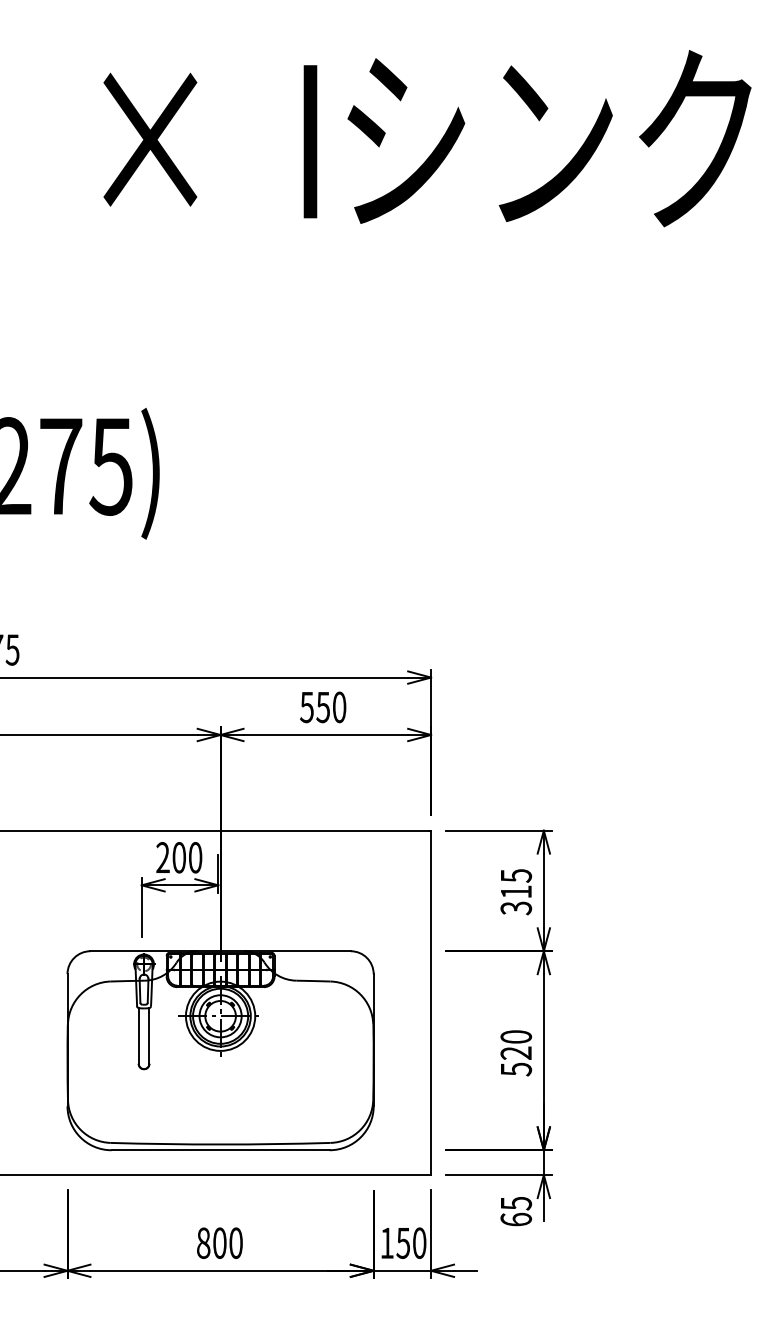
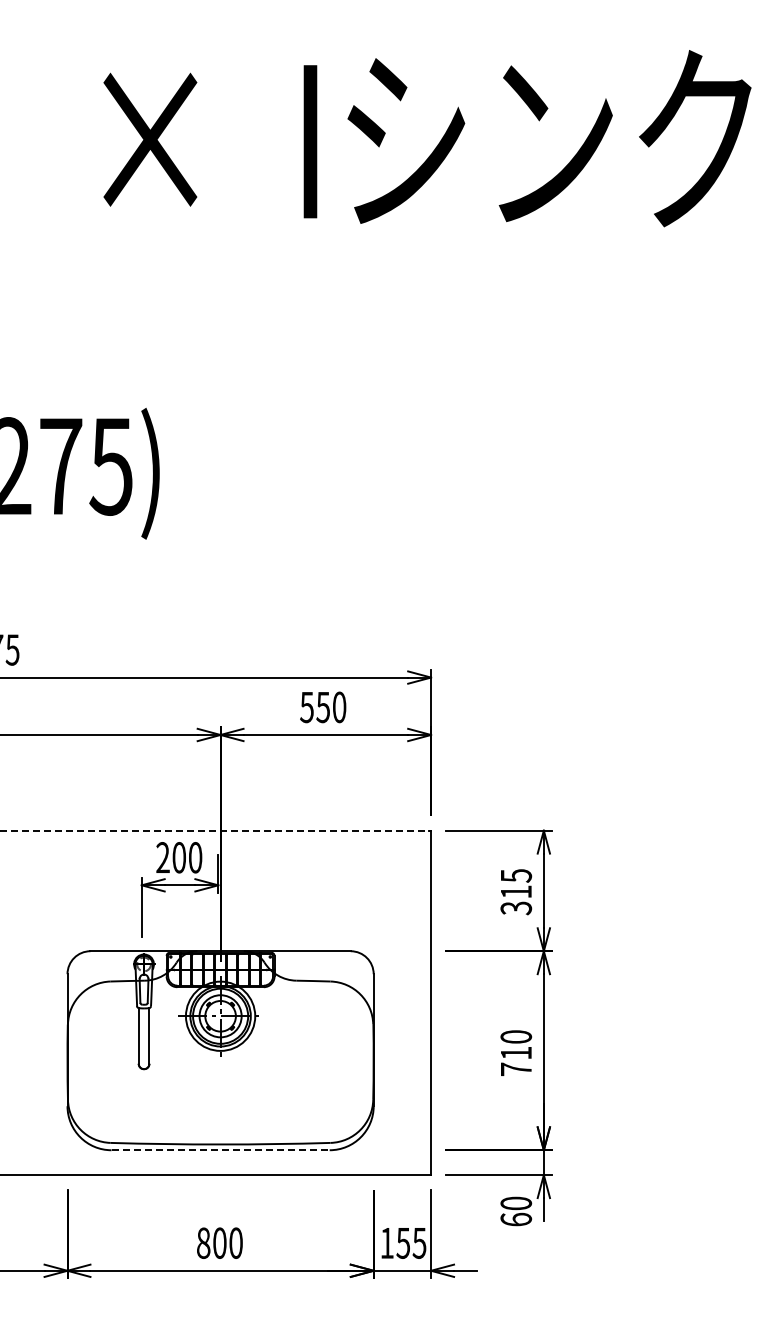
line at (216, 830): solid -> dashed
text at (516, 1061): 520 -> 710
line at (221, 1150): solid -> dashed
text at (515, 1203): 65 -> 60
text at (419, 1242): 150 -> 155
